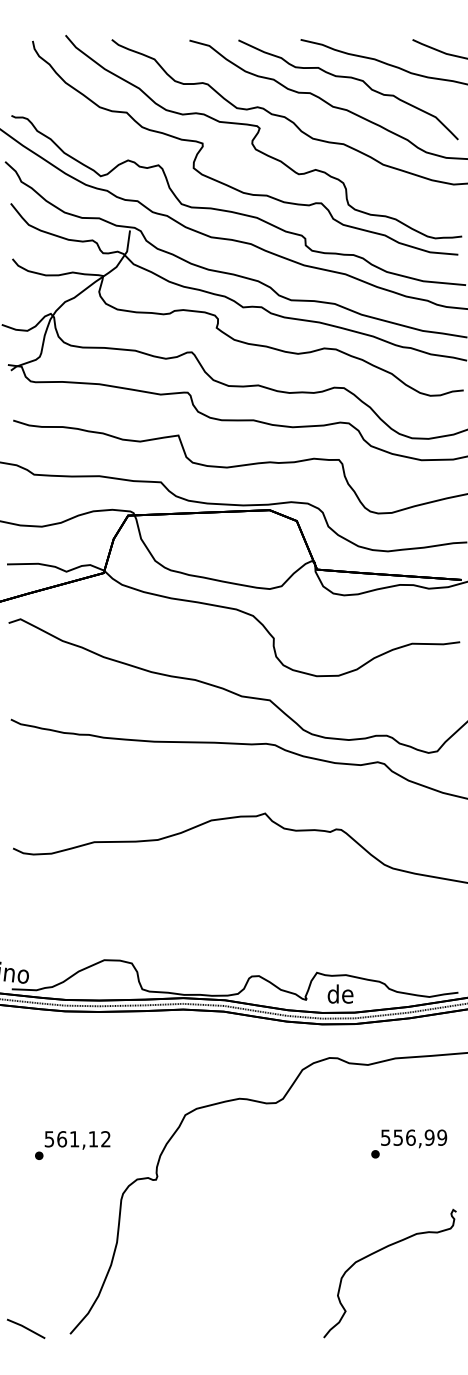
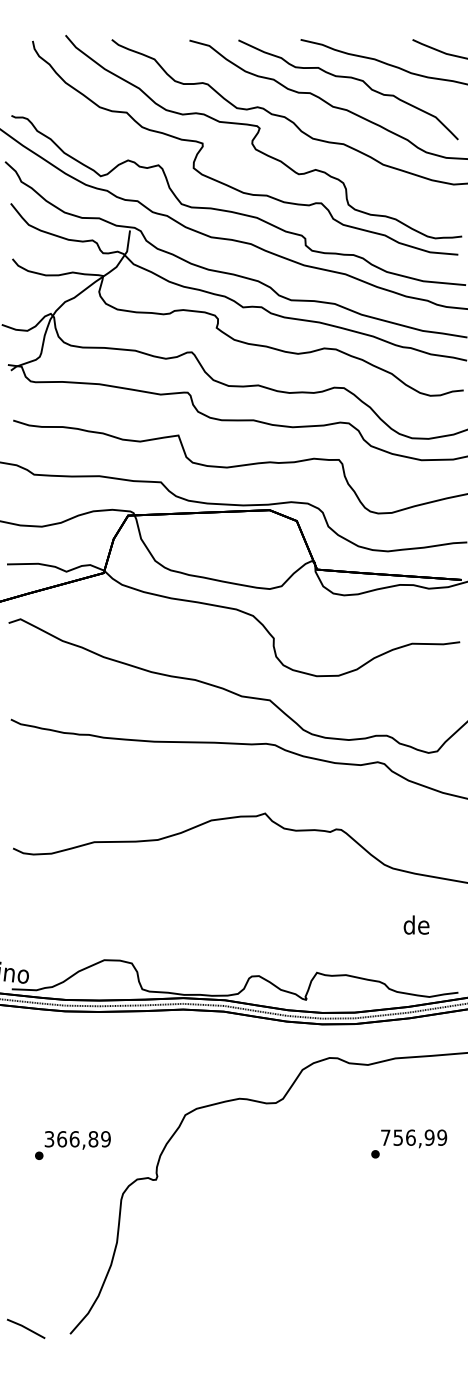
text at (340, 993) position: (340, 993) -> (416, 924)
text at (385, 1137): 556,99 -> 756,99
text at (77, 1139): 561,12 -> 366,89
curve at (379, 1251): present -> none
